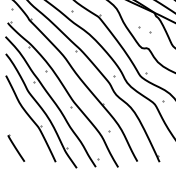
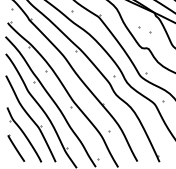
part at (24, 134): none -> present
